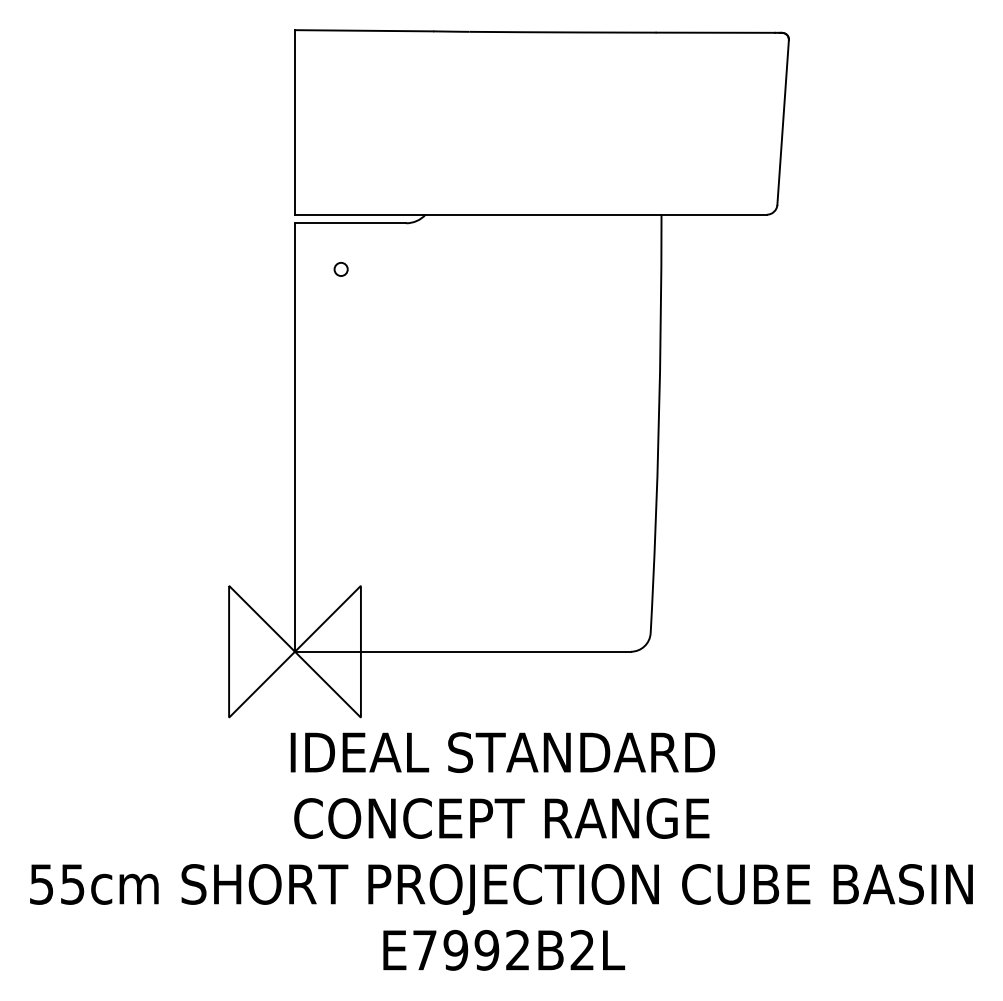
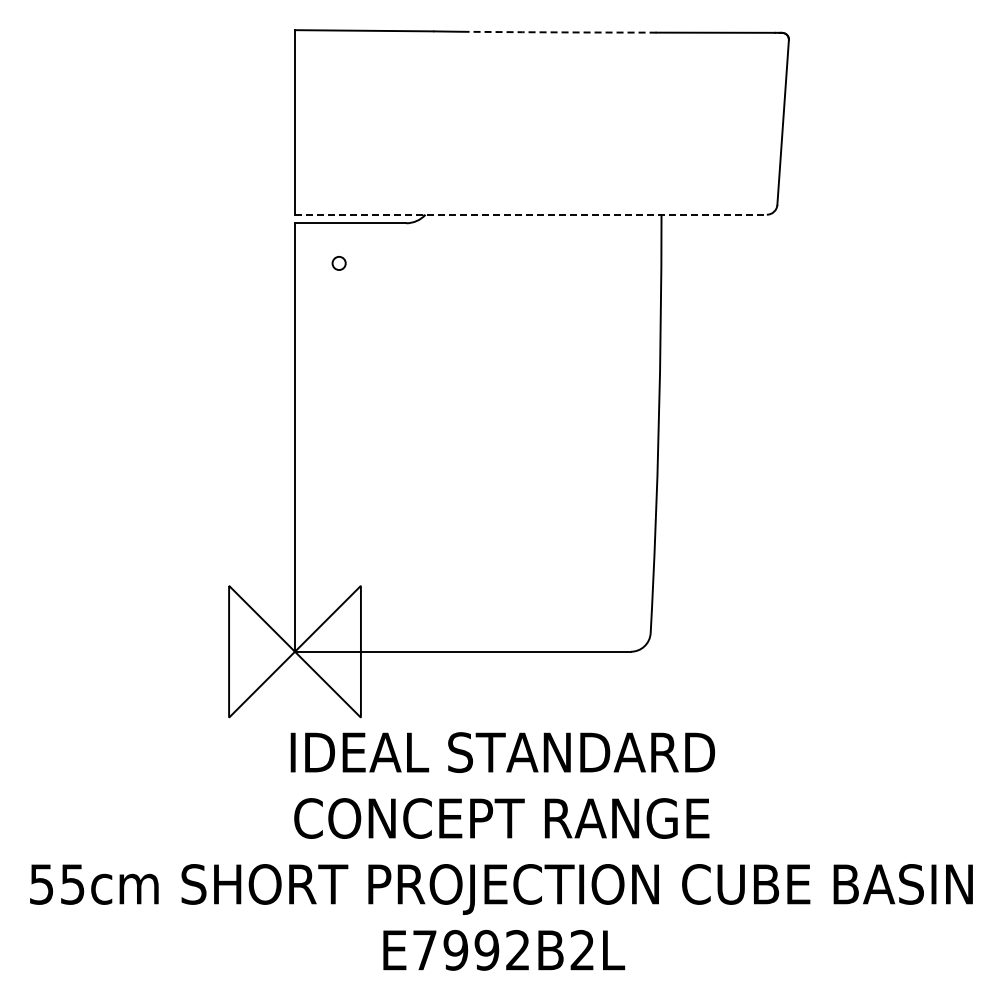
line at (563, 32): solid -> dashed
line at (530, 214): solid -> dashed
circle at (340, 269) position: (340, 269) -> (338, 263)
